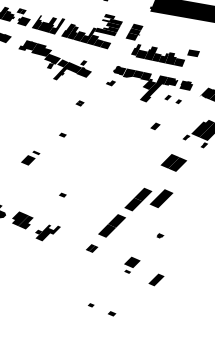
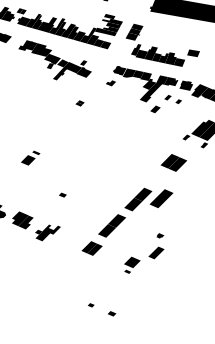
fill at (33, 20): none -> present
fill at (60, 28): none -> present
fill at (199, 90): none -> present
part at (155, 125) position: (155, 125) -> (155, 108)
part at (62, 134): present -> none
part at (92, 248) size: 13x9 px -> 22x15 px
part at (156, 279) position: (156, 279) -> (156, 252)
